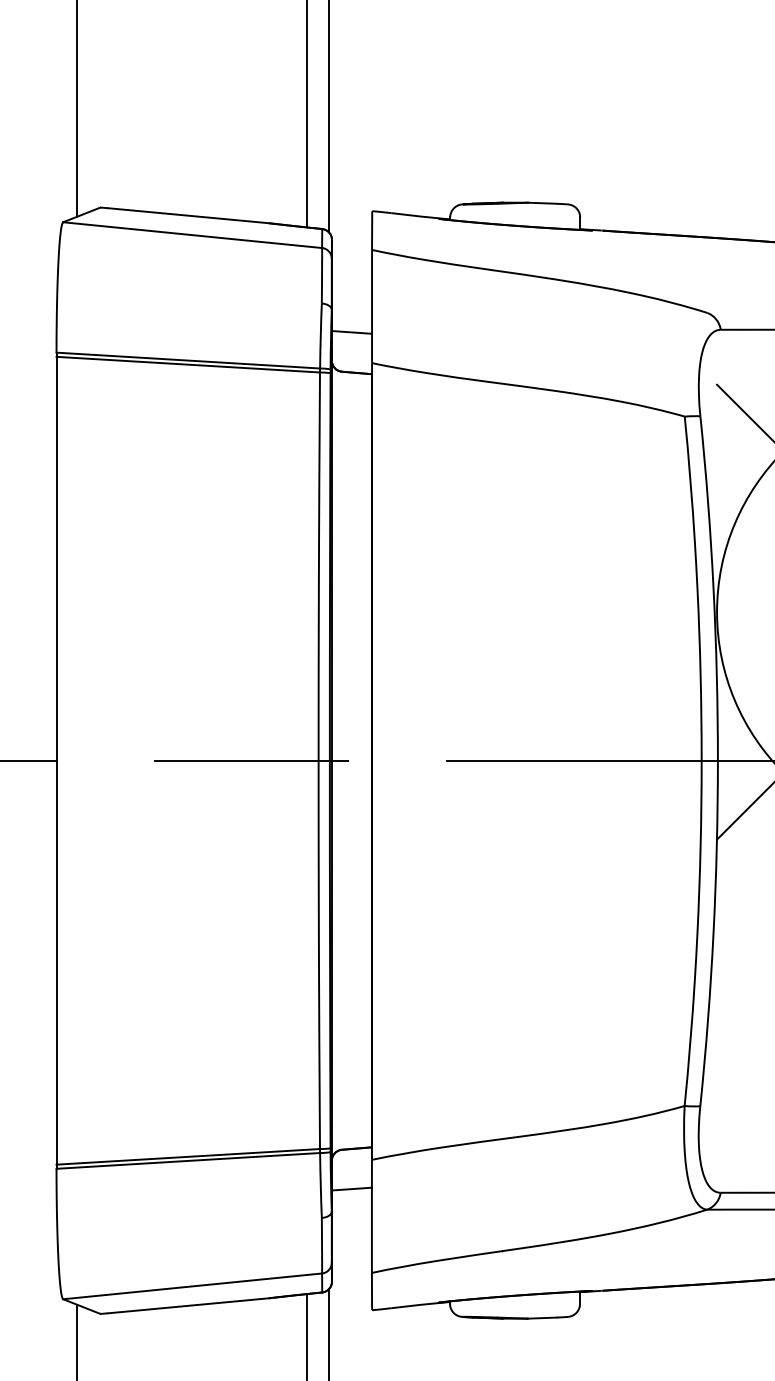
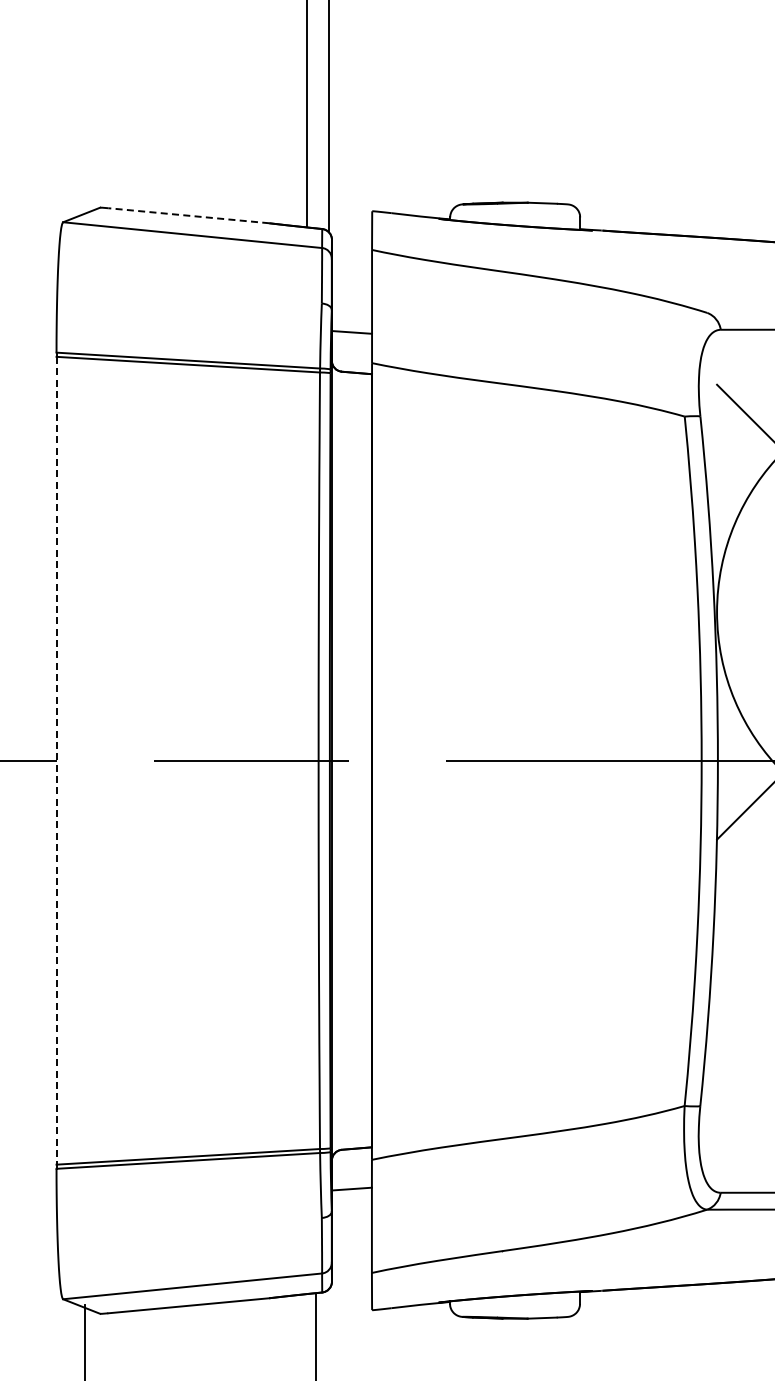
line at (77, 109): present -> none
line at (188, 215): solid -> dashed
line at (56, 760): solid -> dashed
line at (328, 1333): present -> none
line at (306, 1335) position: (306, 1335) -> (315, 1335)
line at (77, 1340) position: (77, 1340) -> (85, 1340)
